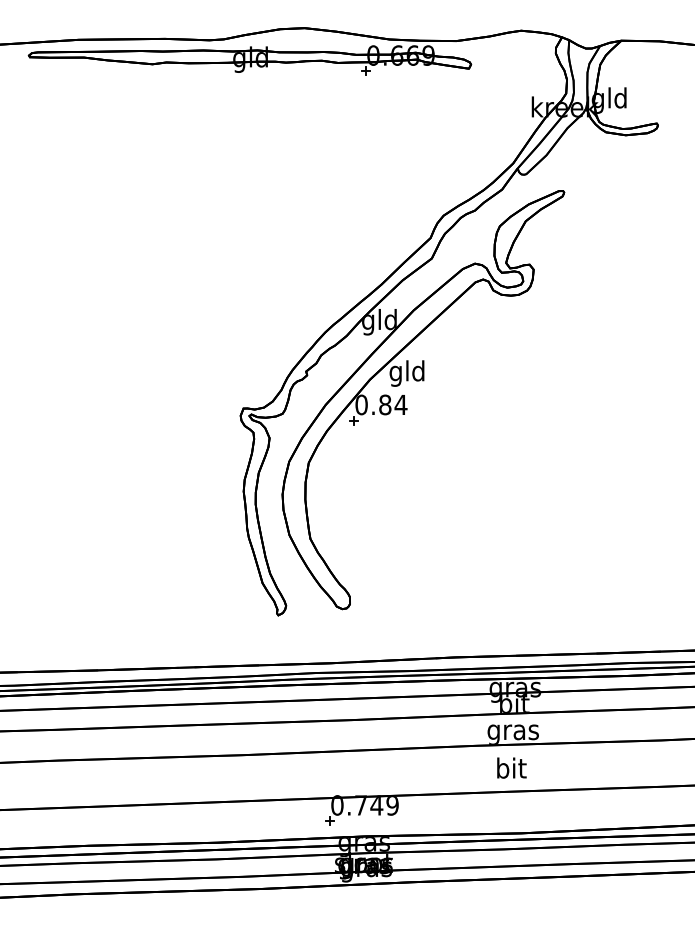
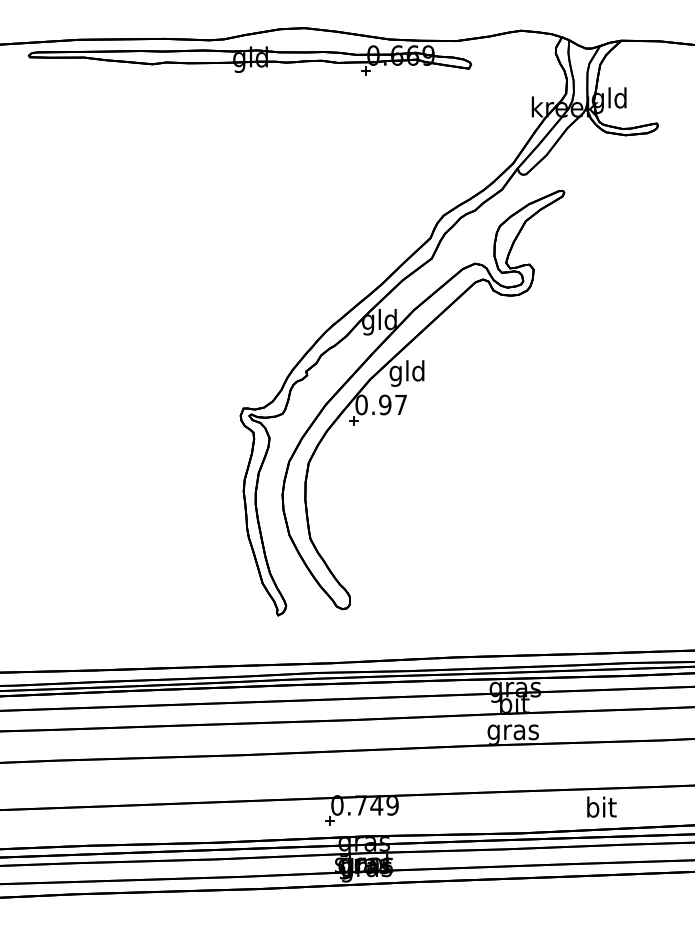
text at (393, 404): 0.84 -> 0.97
text at (511, 767) position: (511, 767) -> (601, 806)
